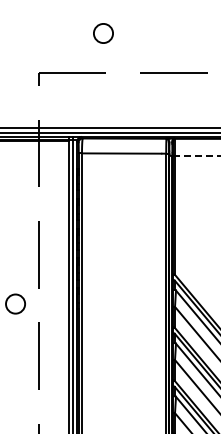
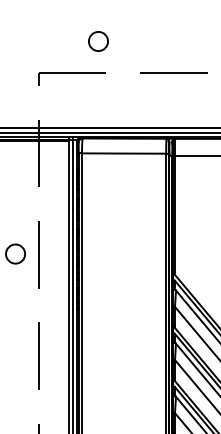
circle at (103, 33) position: (103, 33) -> (98, 41)
line at (196, 155): dashed -> solid
circle at (15, 303) position: (15, 303) -> (15, 253)
